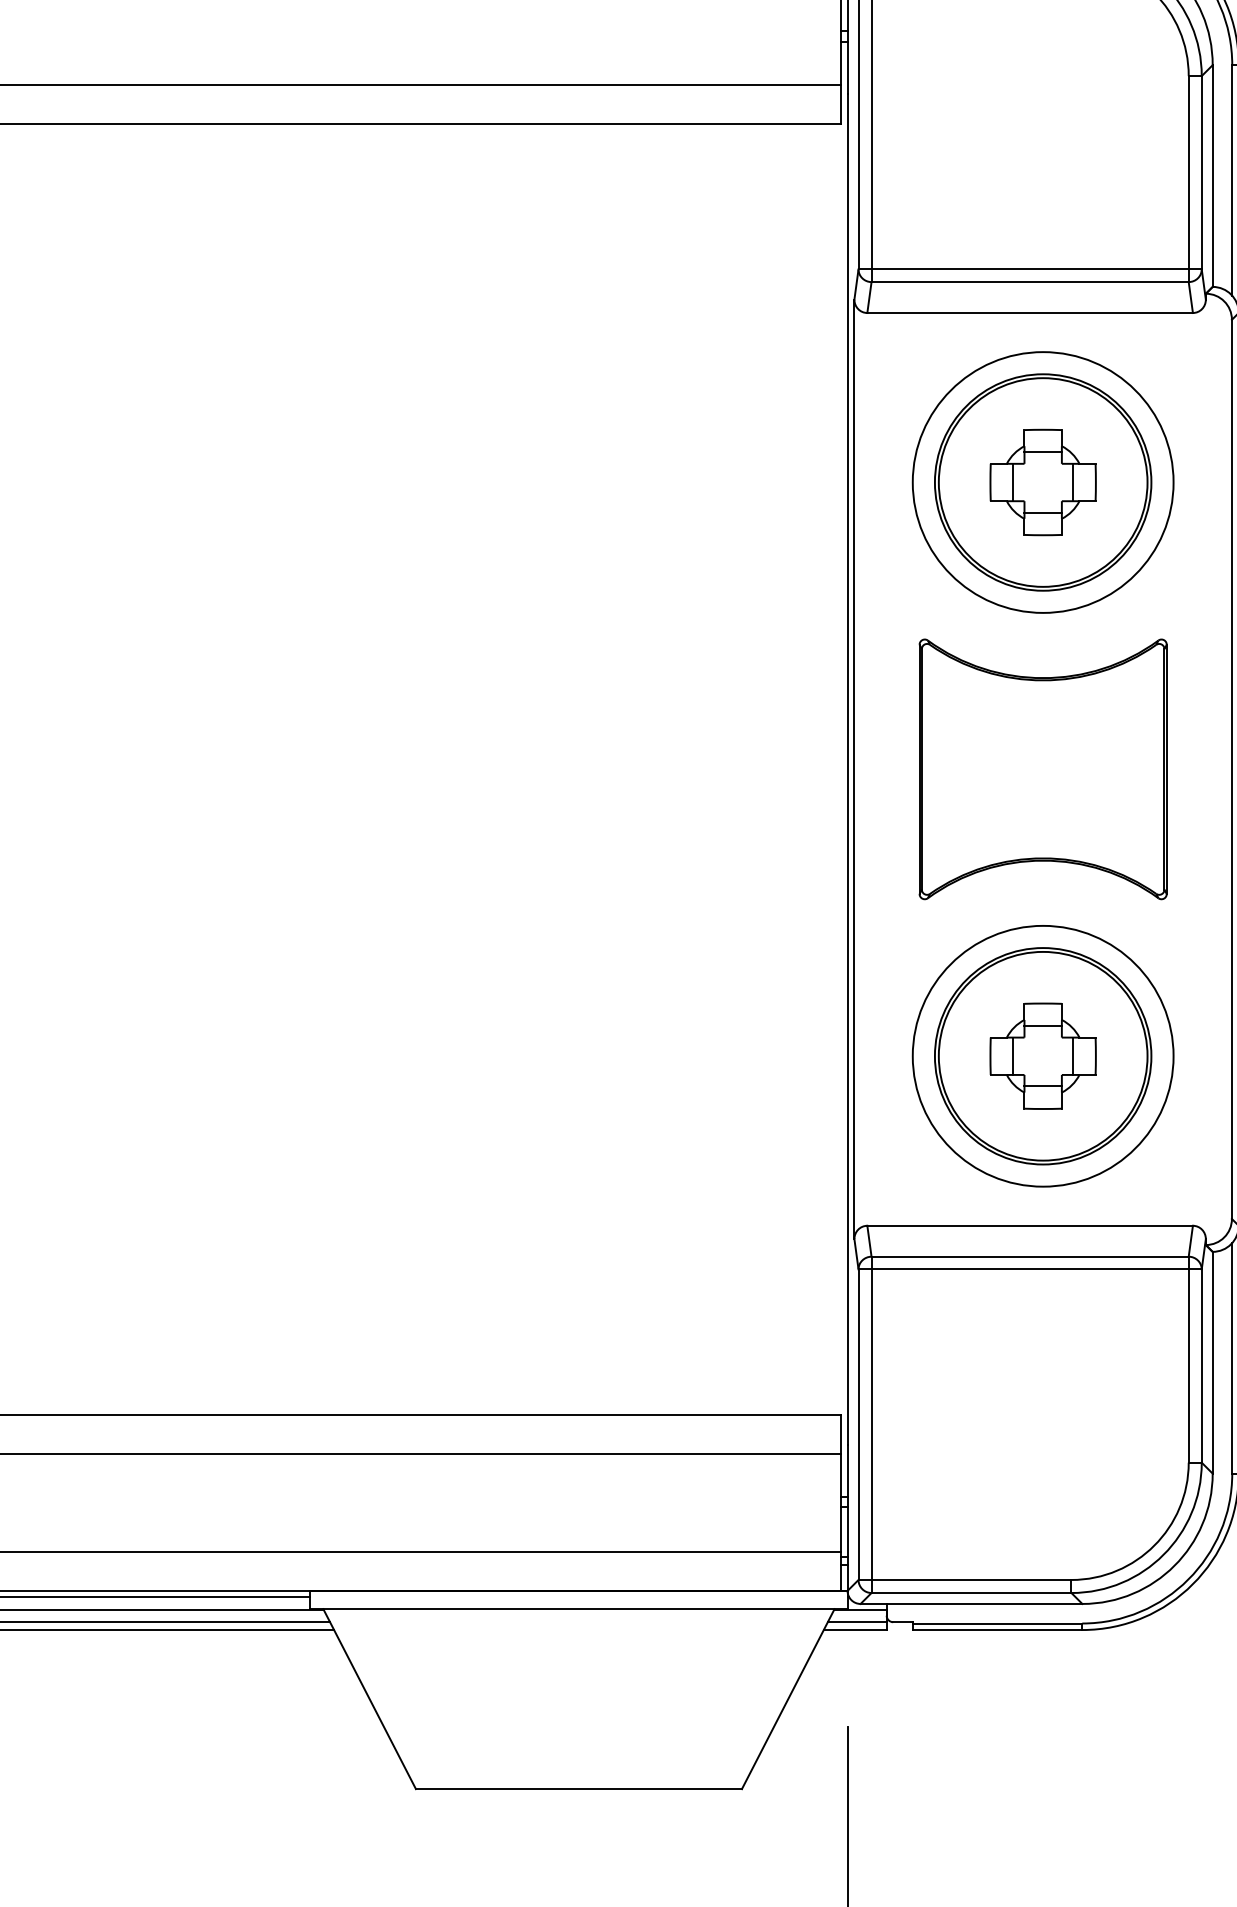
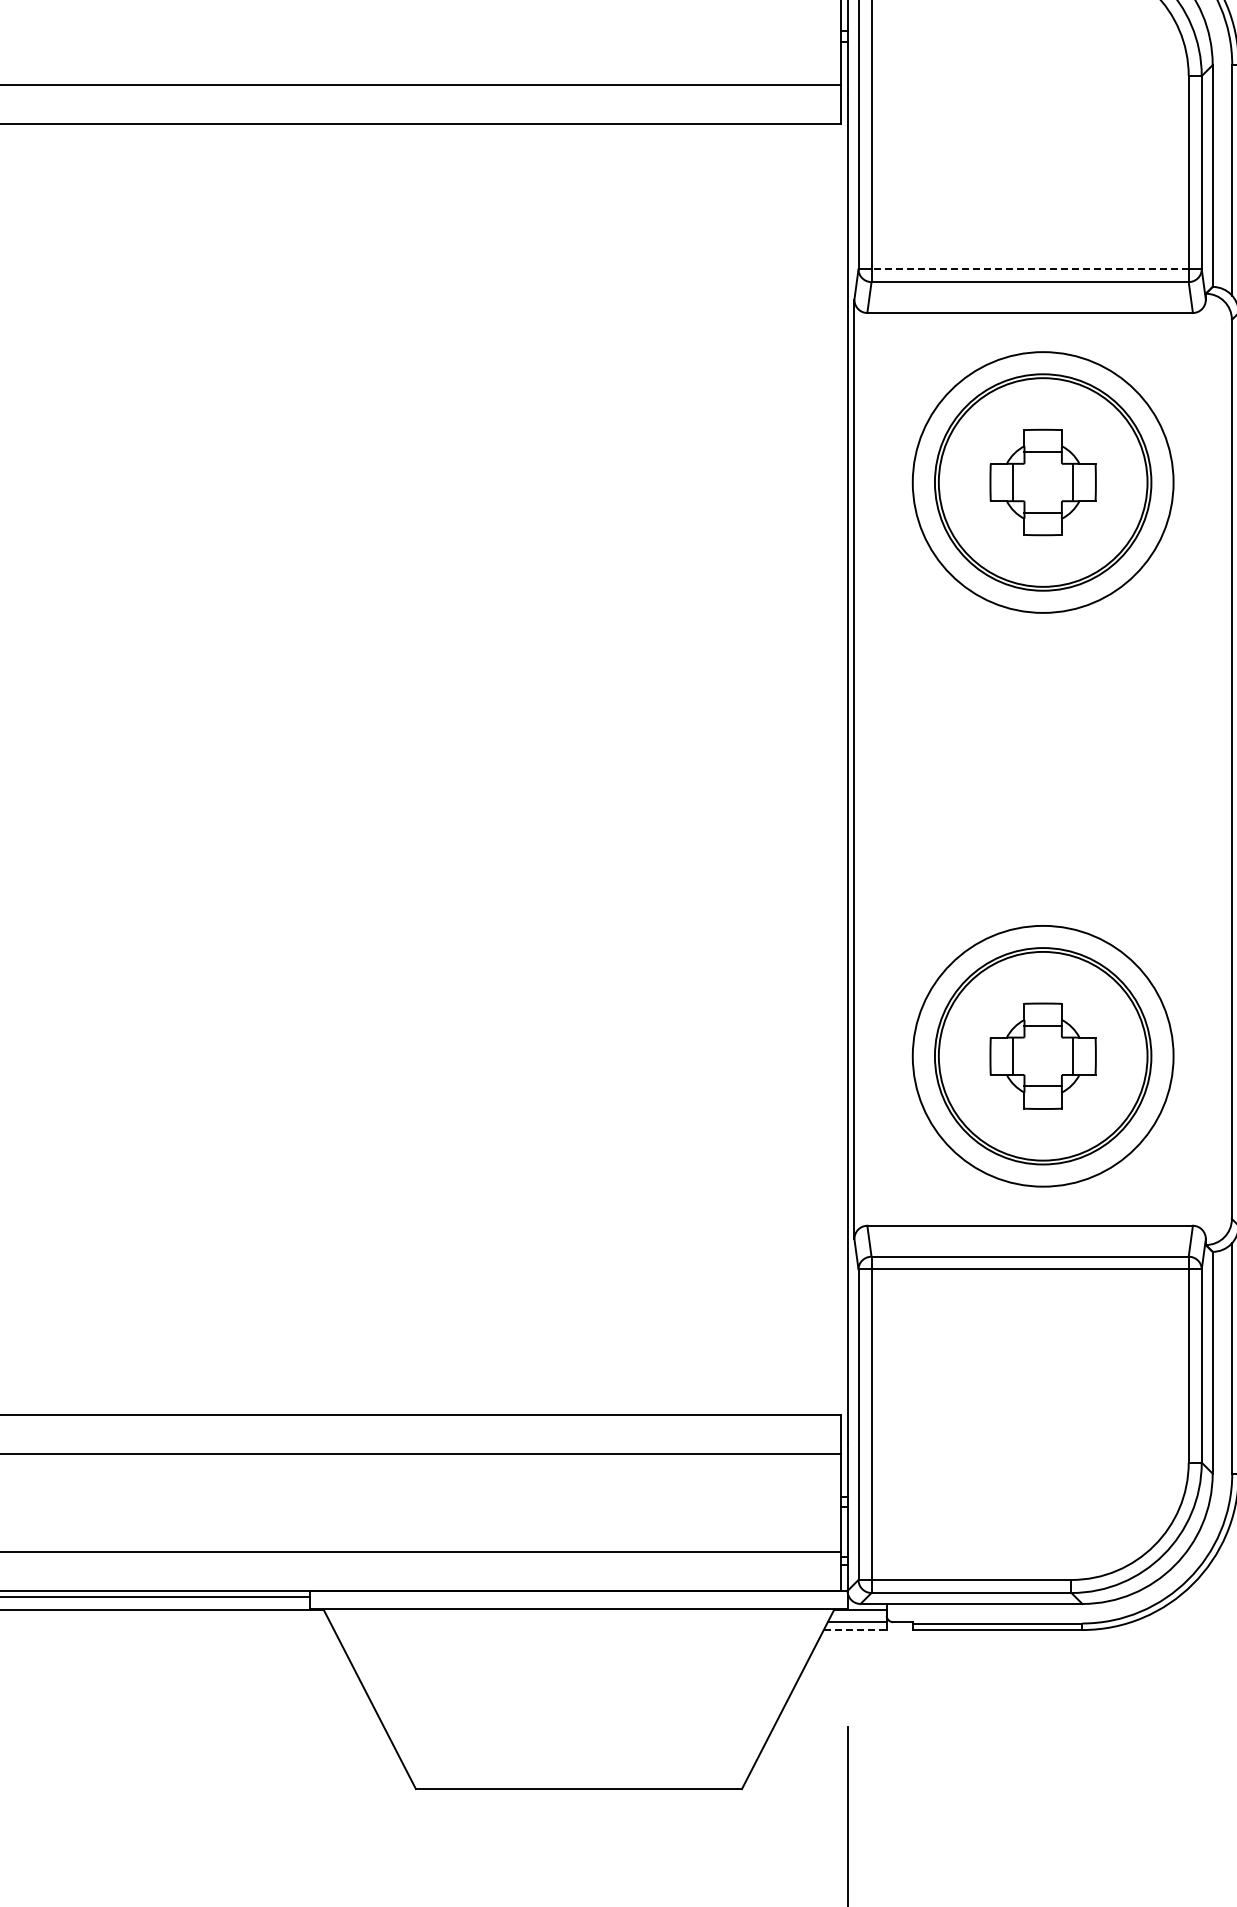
line at (1030, 269): solid -> dashed
part at (1042, 769): present -> none
line at (166, 1622): present -> none
line at (168, 1630): present -> none
line at (855, 1630): solid -> dashed
